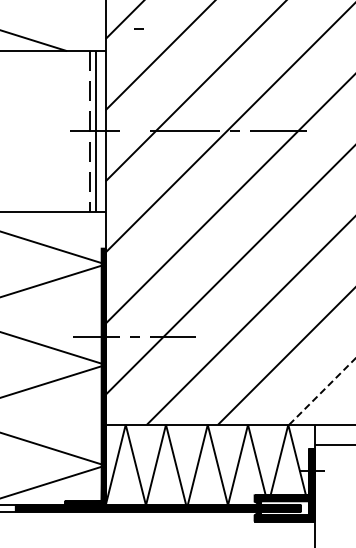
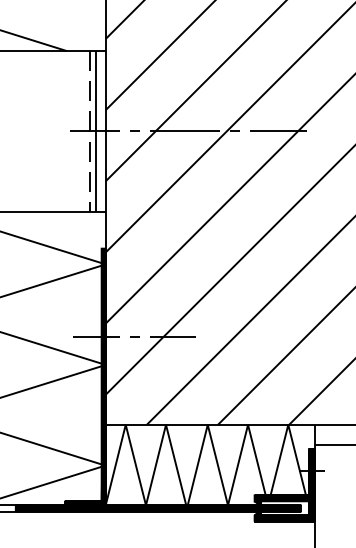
line at (138, 28) position: (138, 28) -> (134, 130)
line at (322, 391): dashed -> solid
